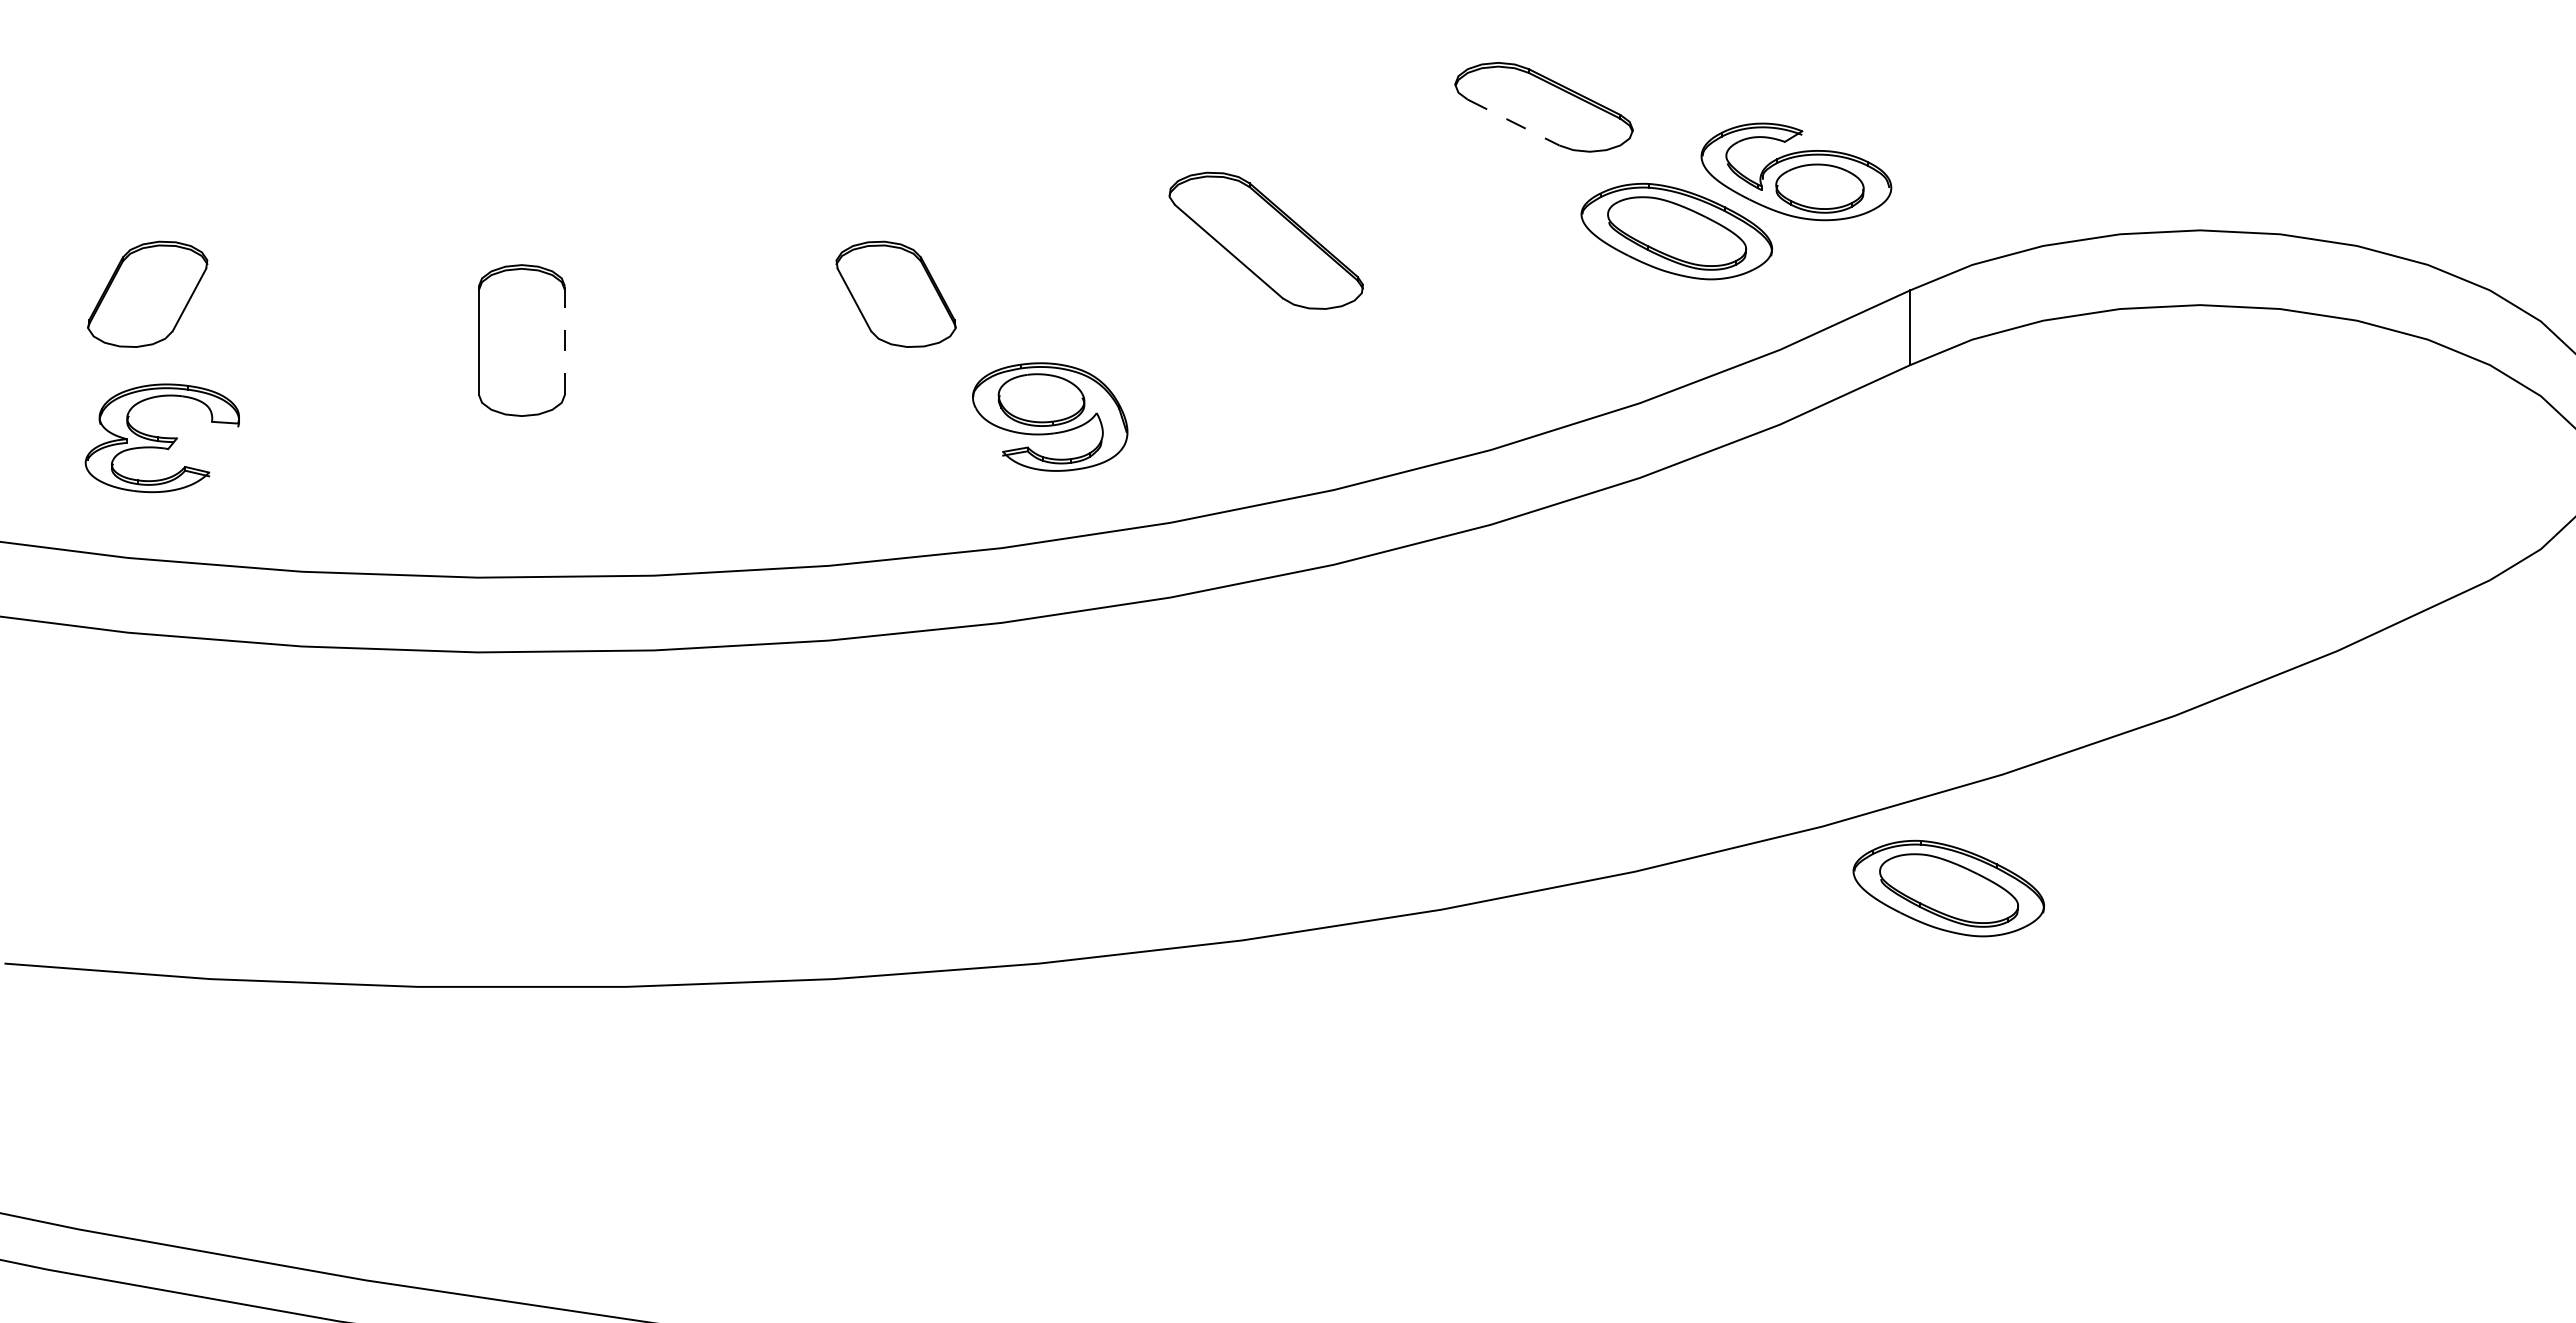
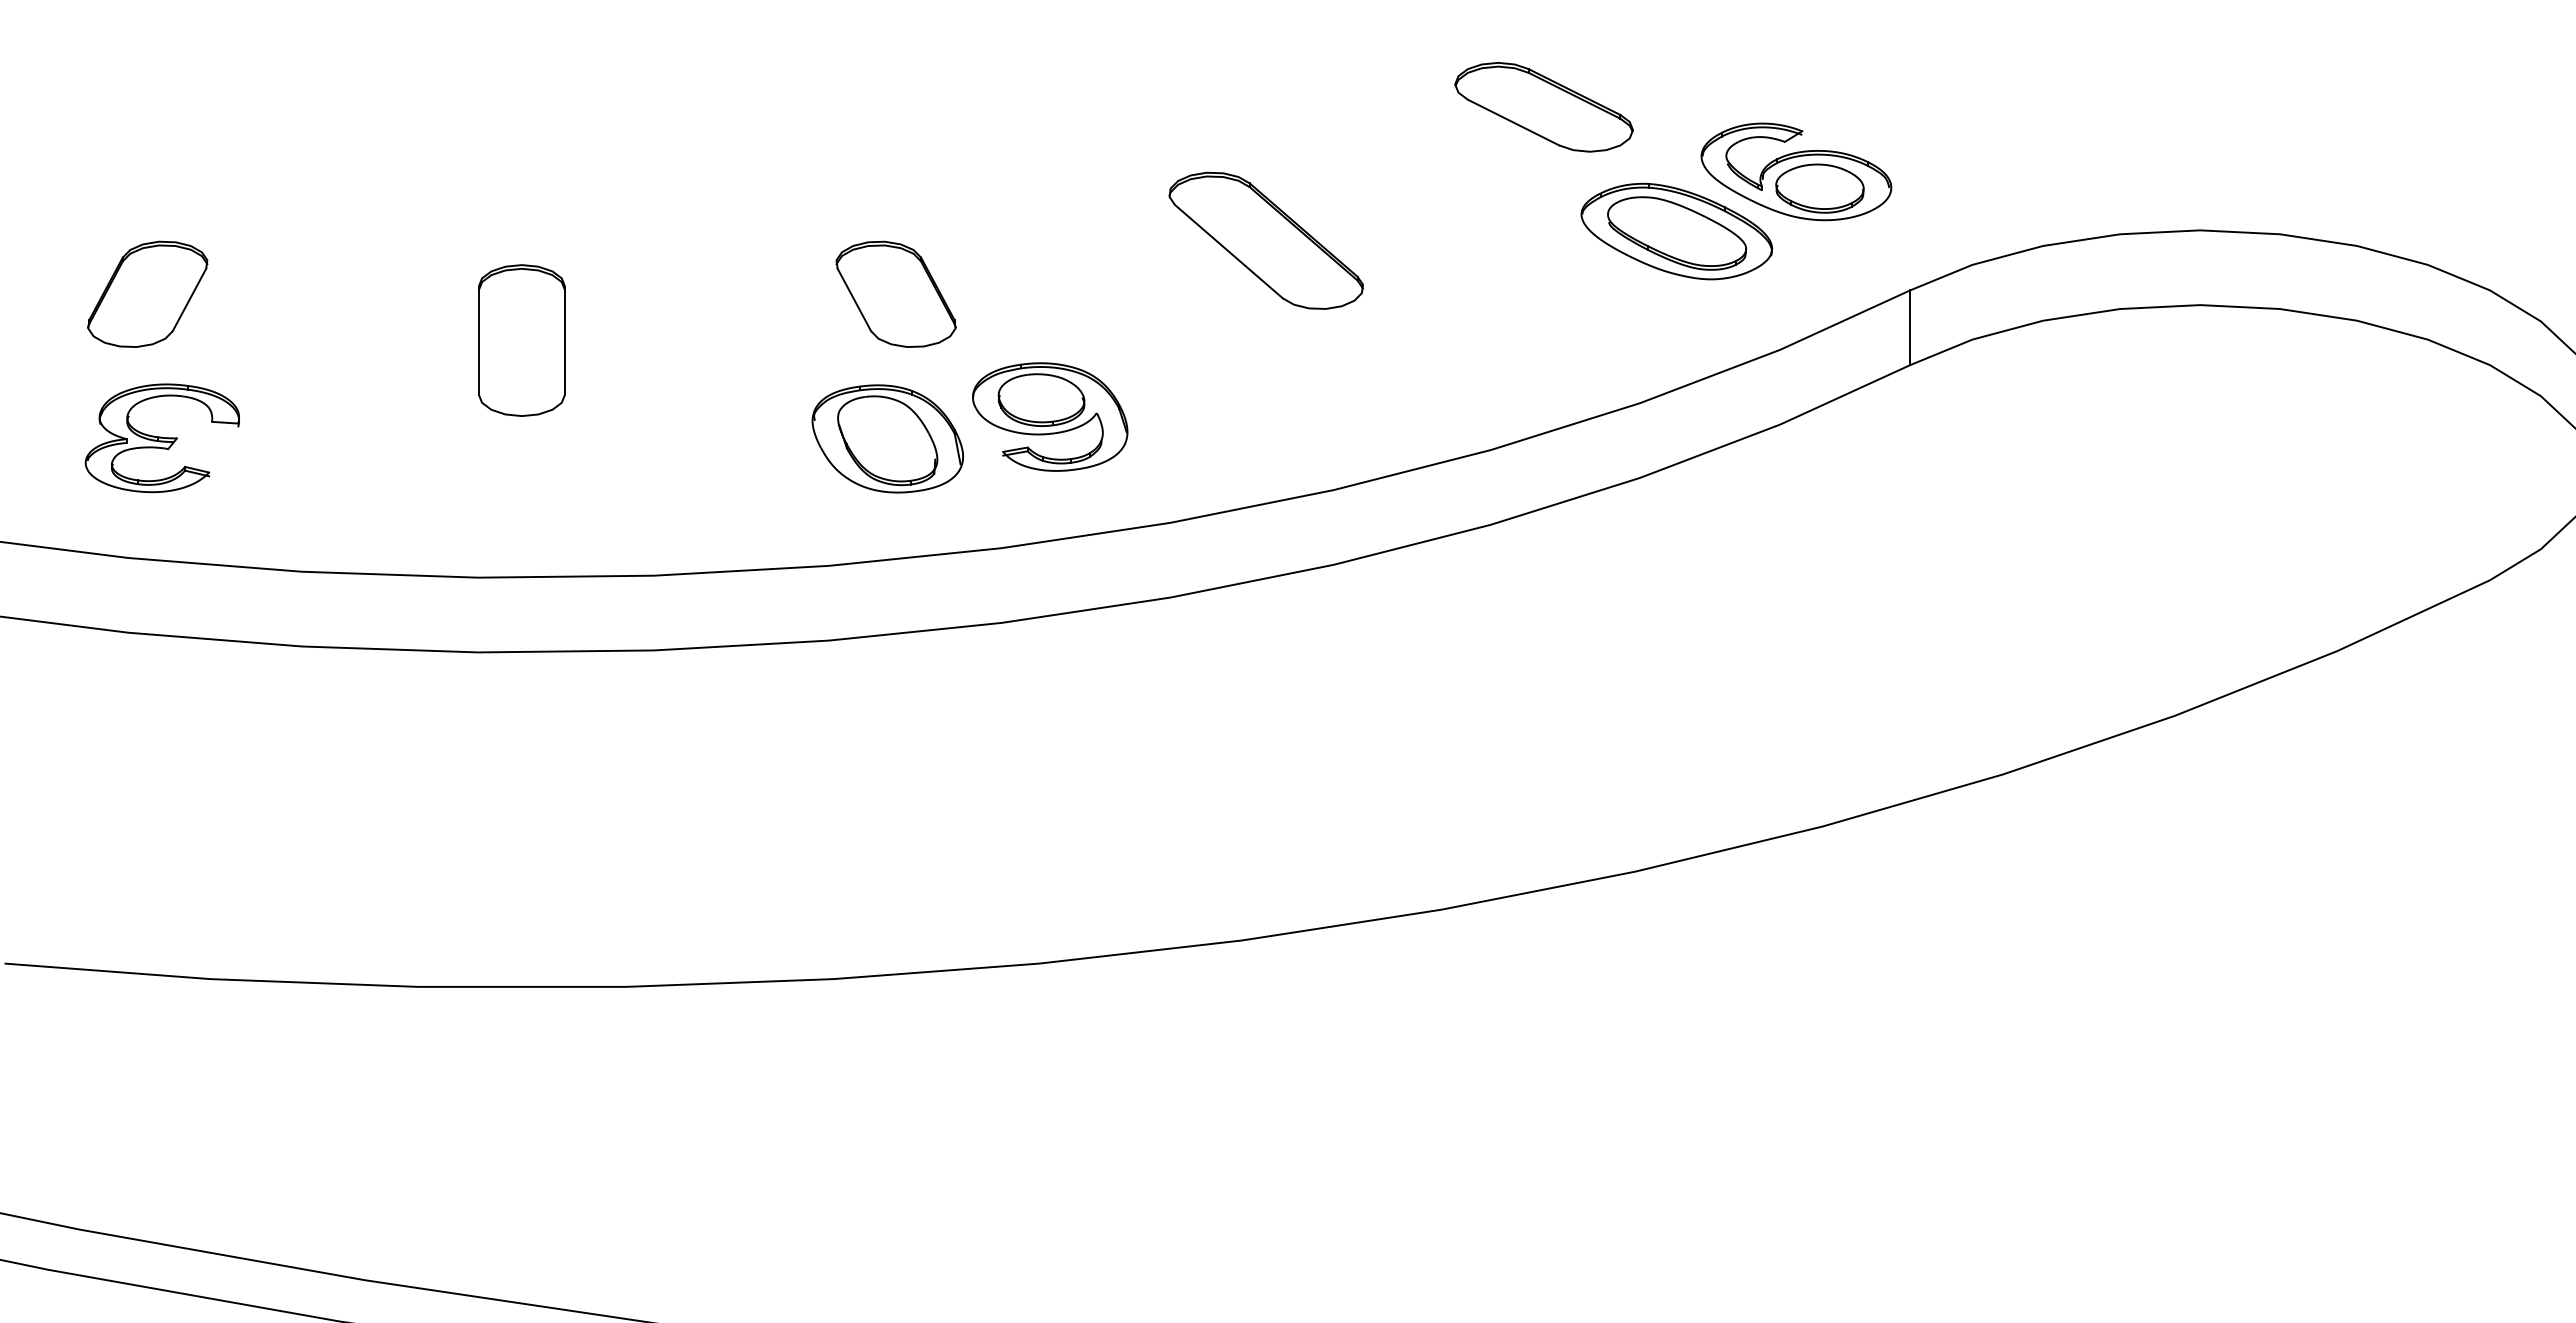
line at (1514, 122): dashed -> solid
line at (565, 340): dashed -> solid
part at (887, 438): none -> present
part at (1948, 888): present -> none
